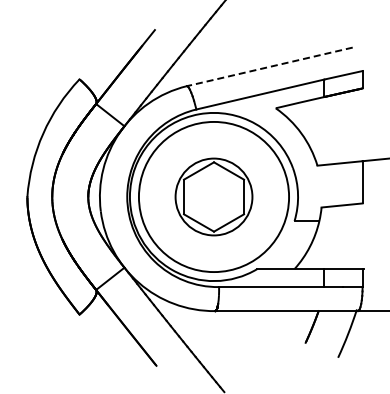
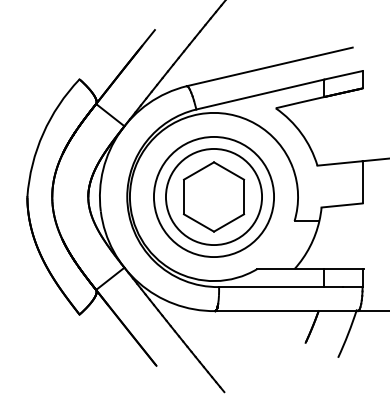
line at (269, 67): dashed -> solid
circle at (213, 196) diameter: 150 px -> 120 px
circle at (213, 196) diameter: 77 px -> 96 px
